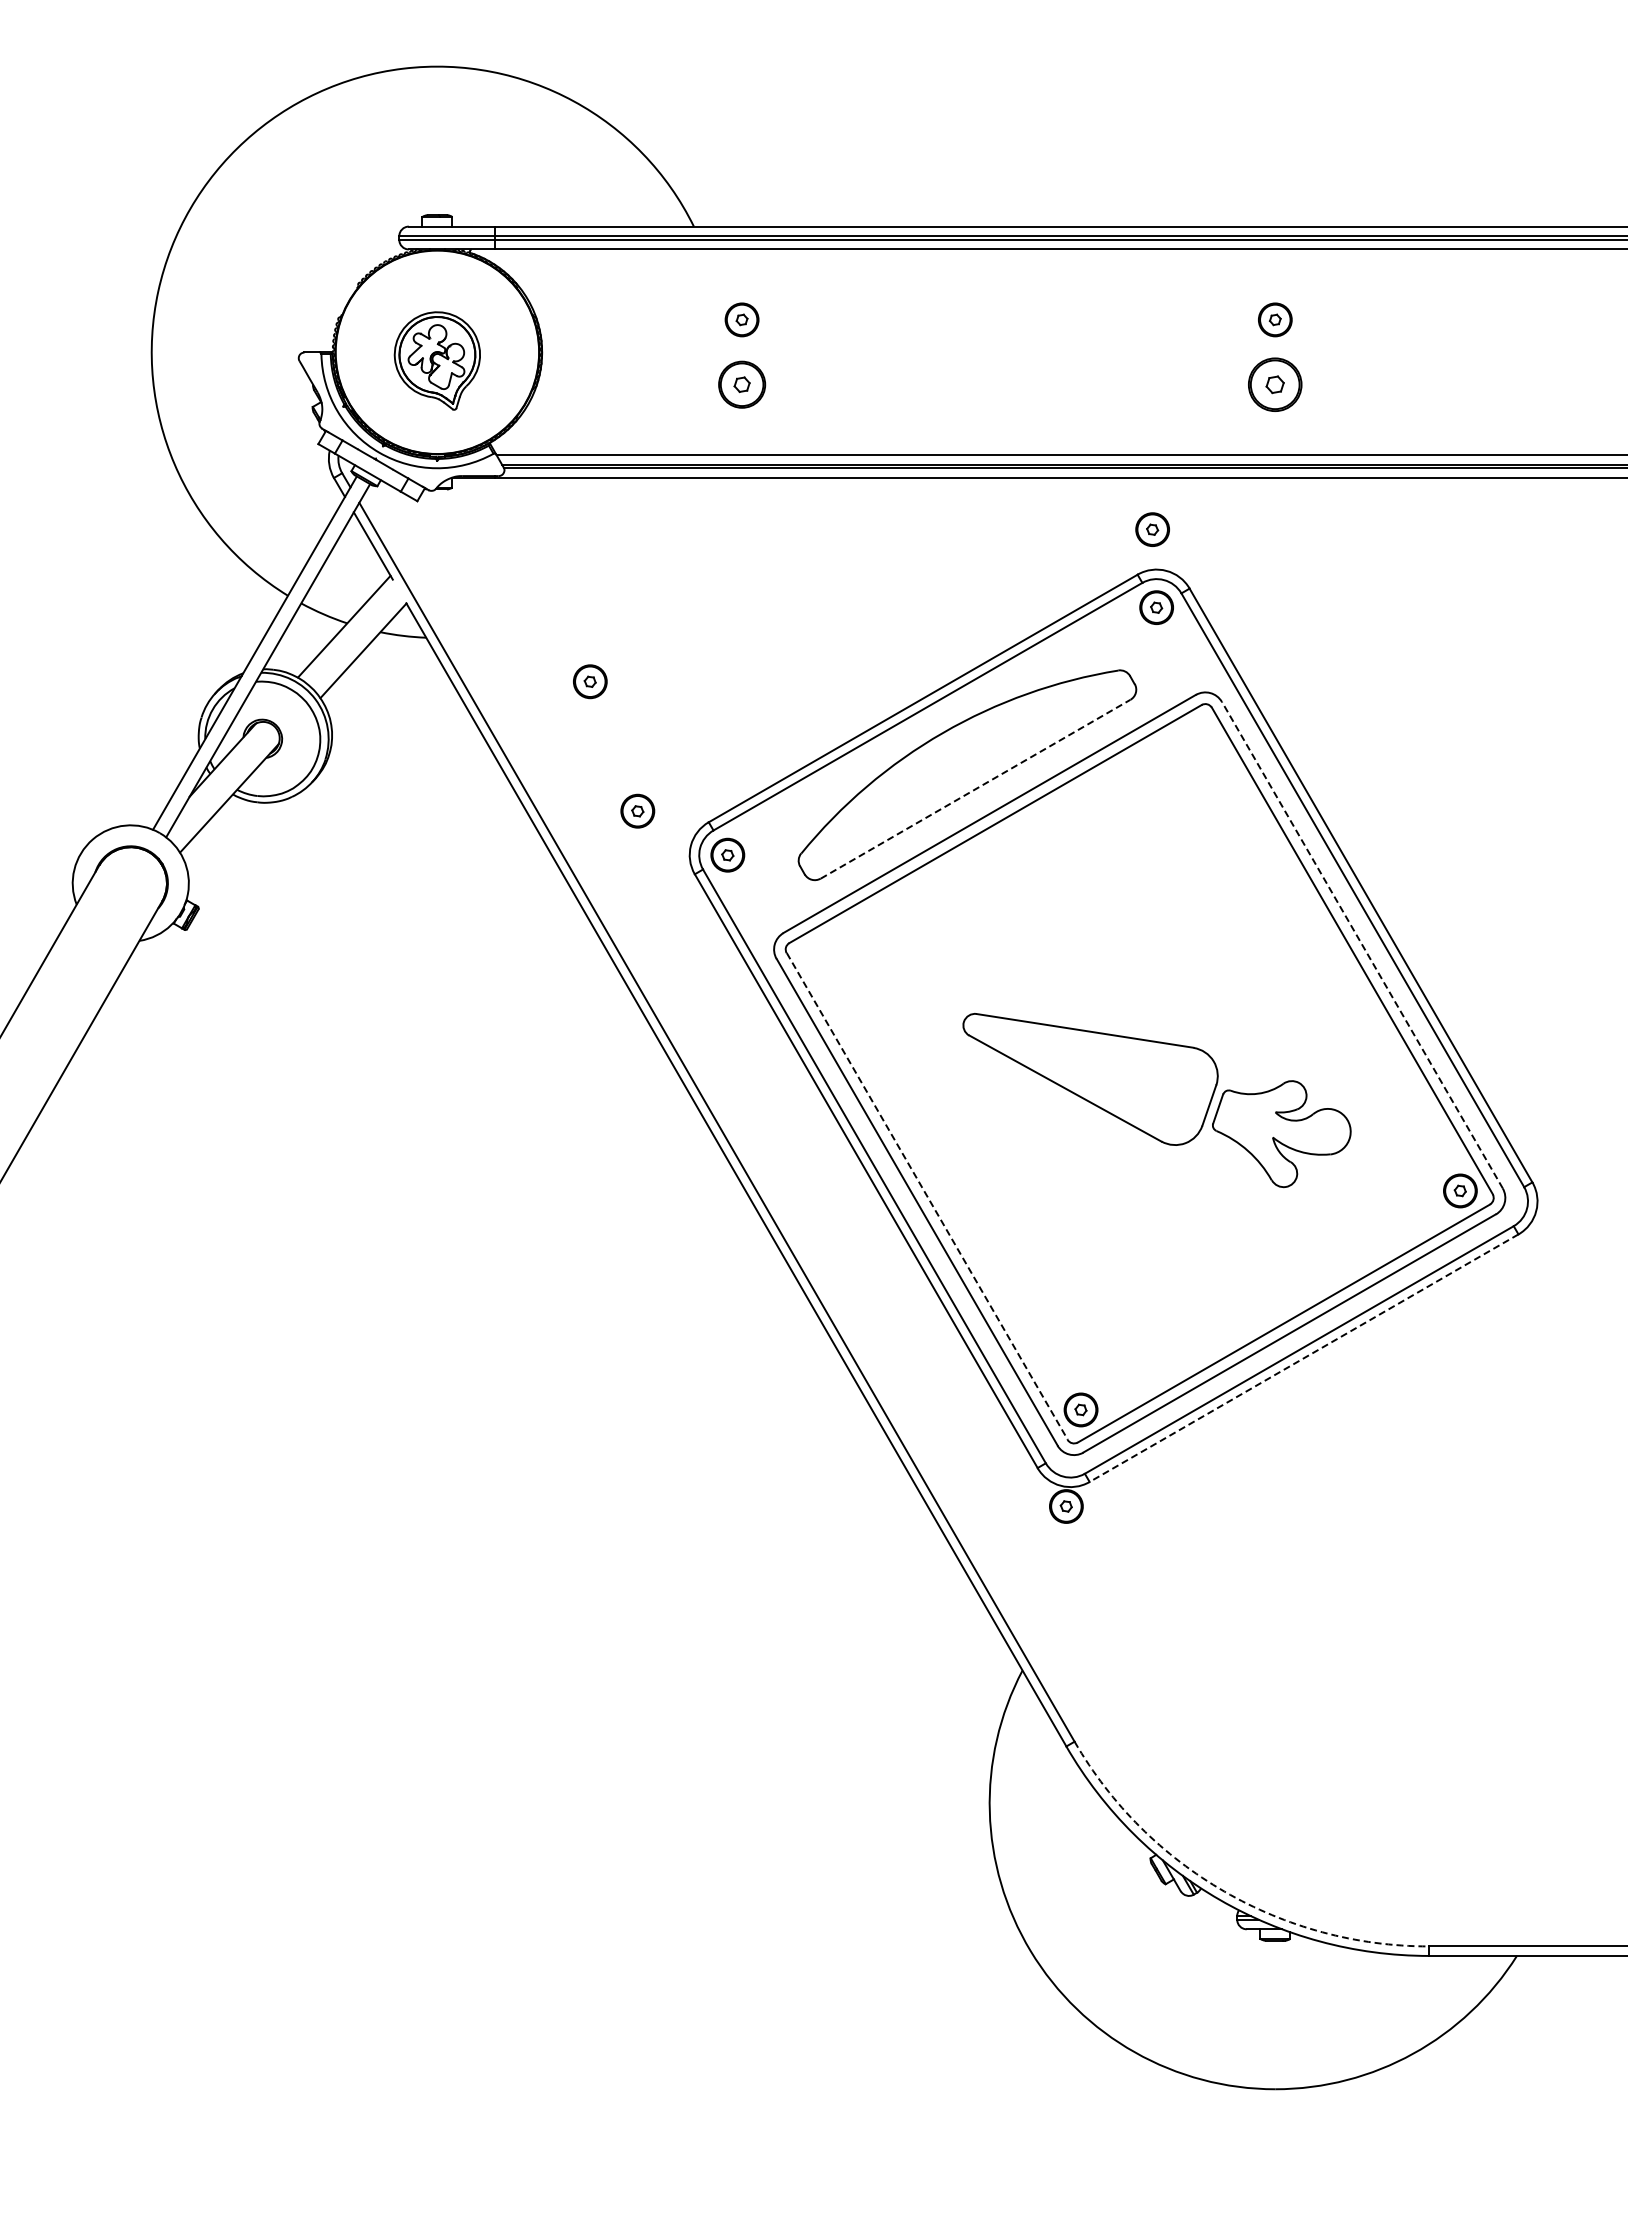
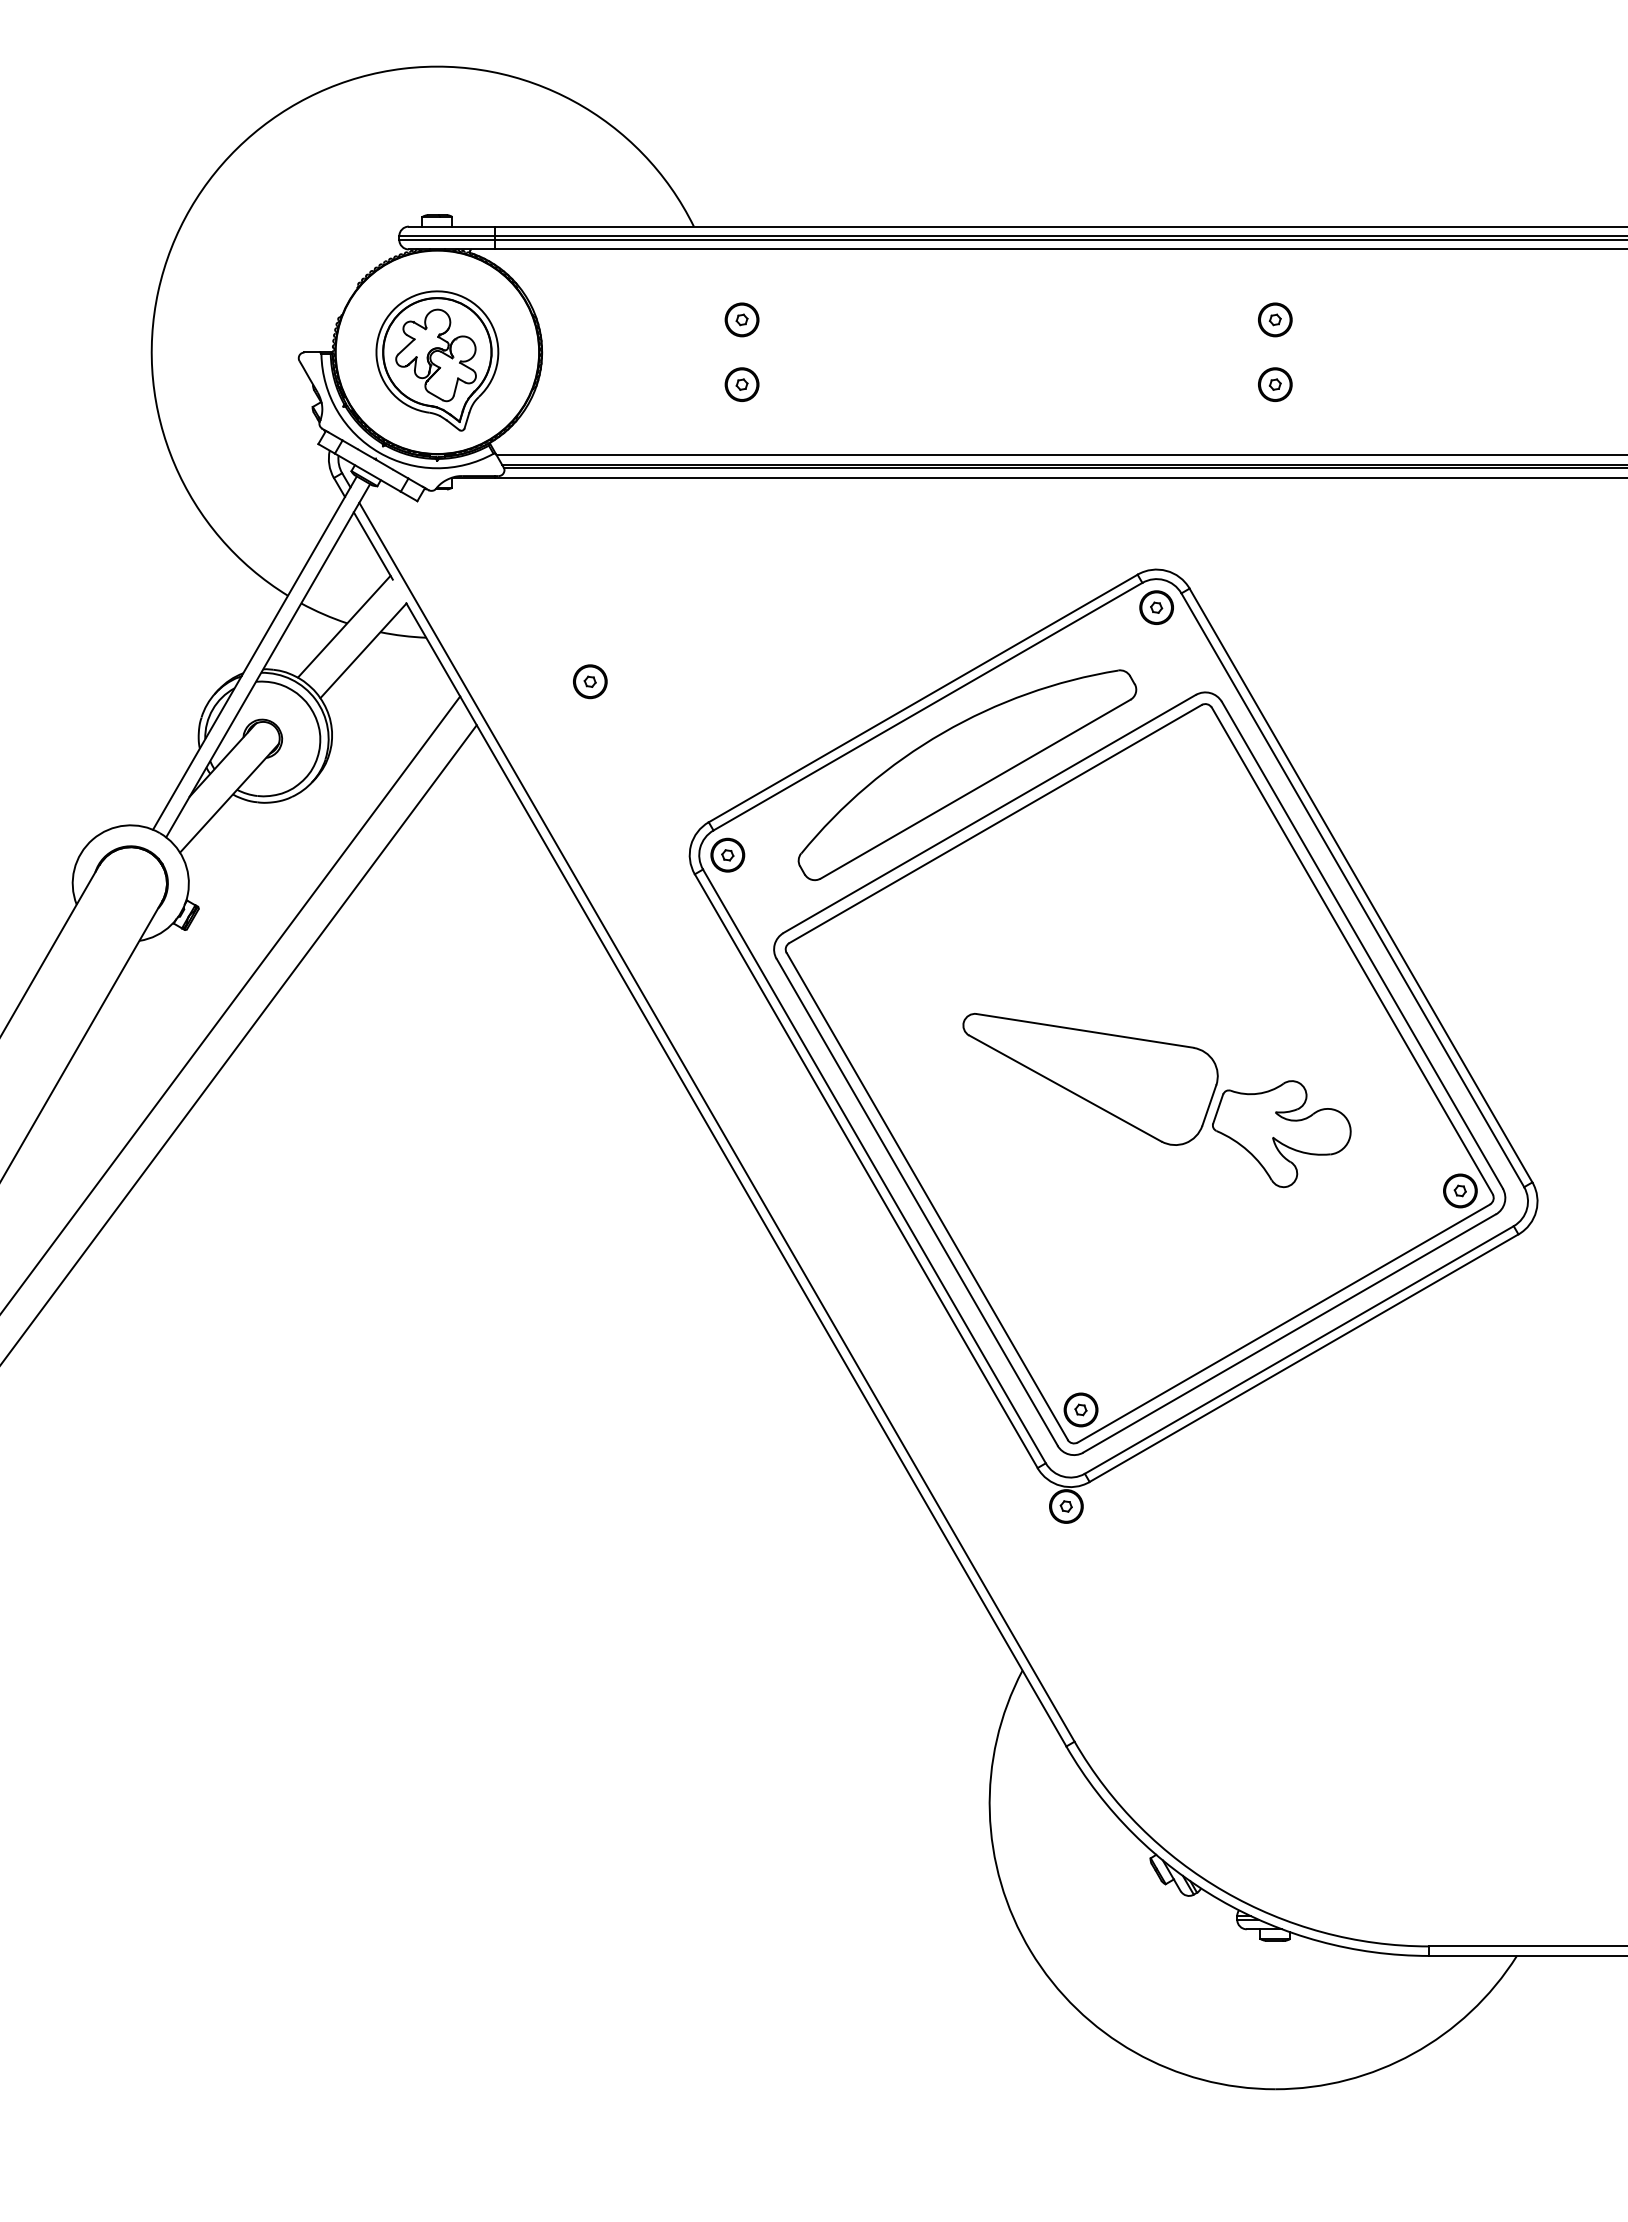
part at (436, 360) size: 88x100 px -> 125x142 px
part at (742, 384) size: 49x49 px -> 36x35 px
part at (1275, 384) size: 55x55 px -> 35x35 px
part at (1152, 529): present -> none
line at (975, 789): dashed -> solid
part at (637, 810): present -> none
line at (1362, 945): dashed -> solid
line at (231, 1004): none -> present
line at (239, 1044): none -> present
line at (927, 1196): dashed -> solid
line at (1304, 1358): dashed -> solid
arc at (1224, 1891): dashed -> solid
